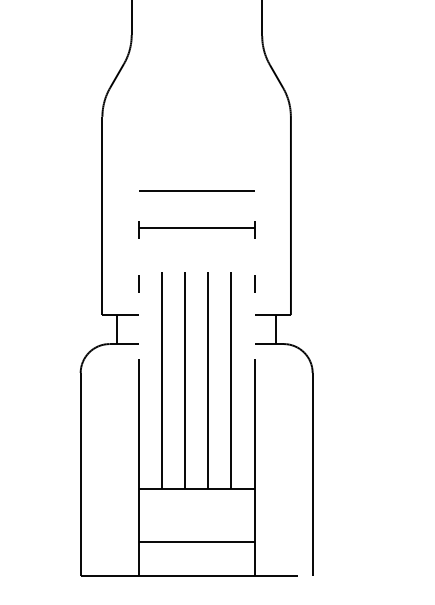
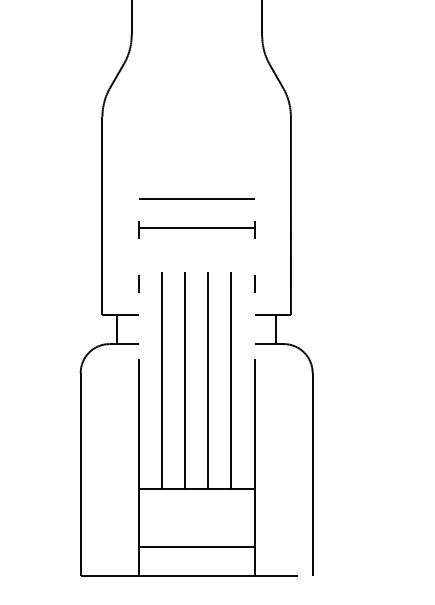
line at (196, 190) position: (196, 190) -> (196, 198)
line at (196, 542) position: (196, 542) -> (196, 547)
